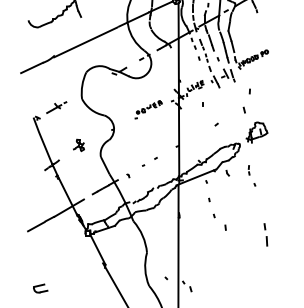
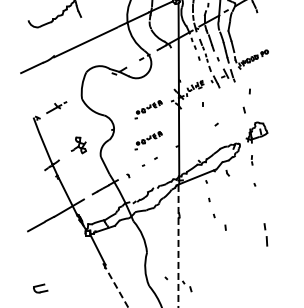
part at (148, 140): none -> present
part at (78, 145) size: 12x15 px -> 17x19 px
part at (248, 170) position: (248, 170) -> (251, 160)
line at (178, 246): solid -> dashed
line at (115, 285): solid -> dashed
